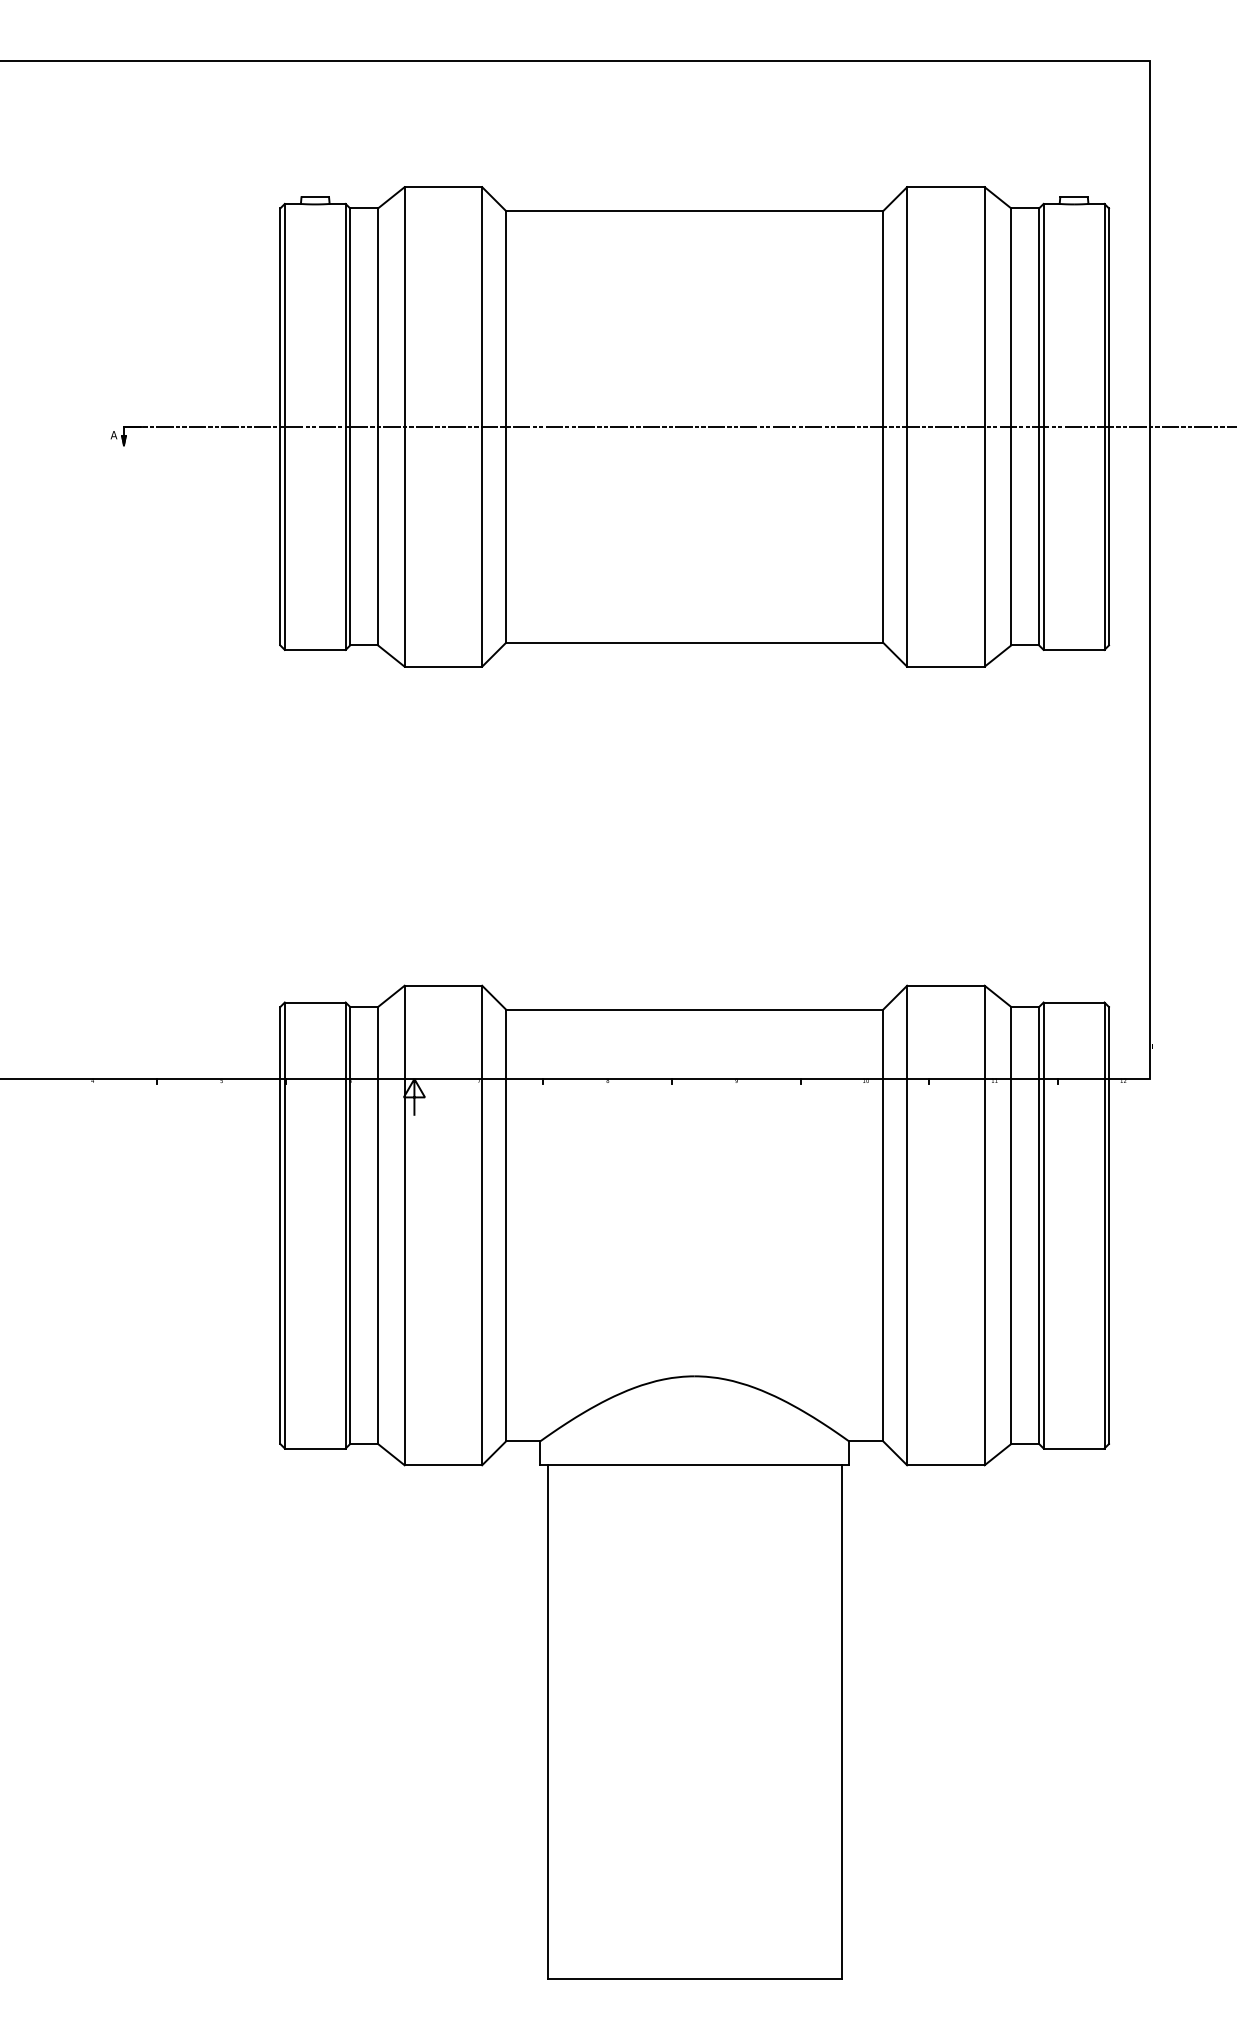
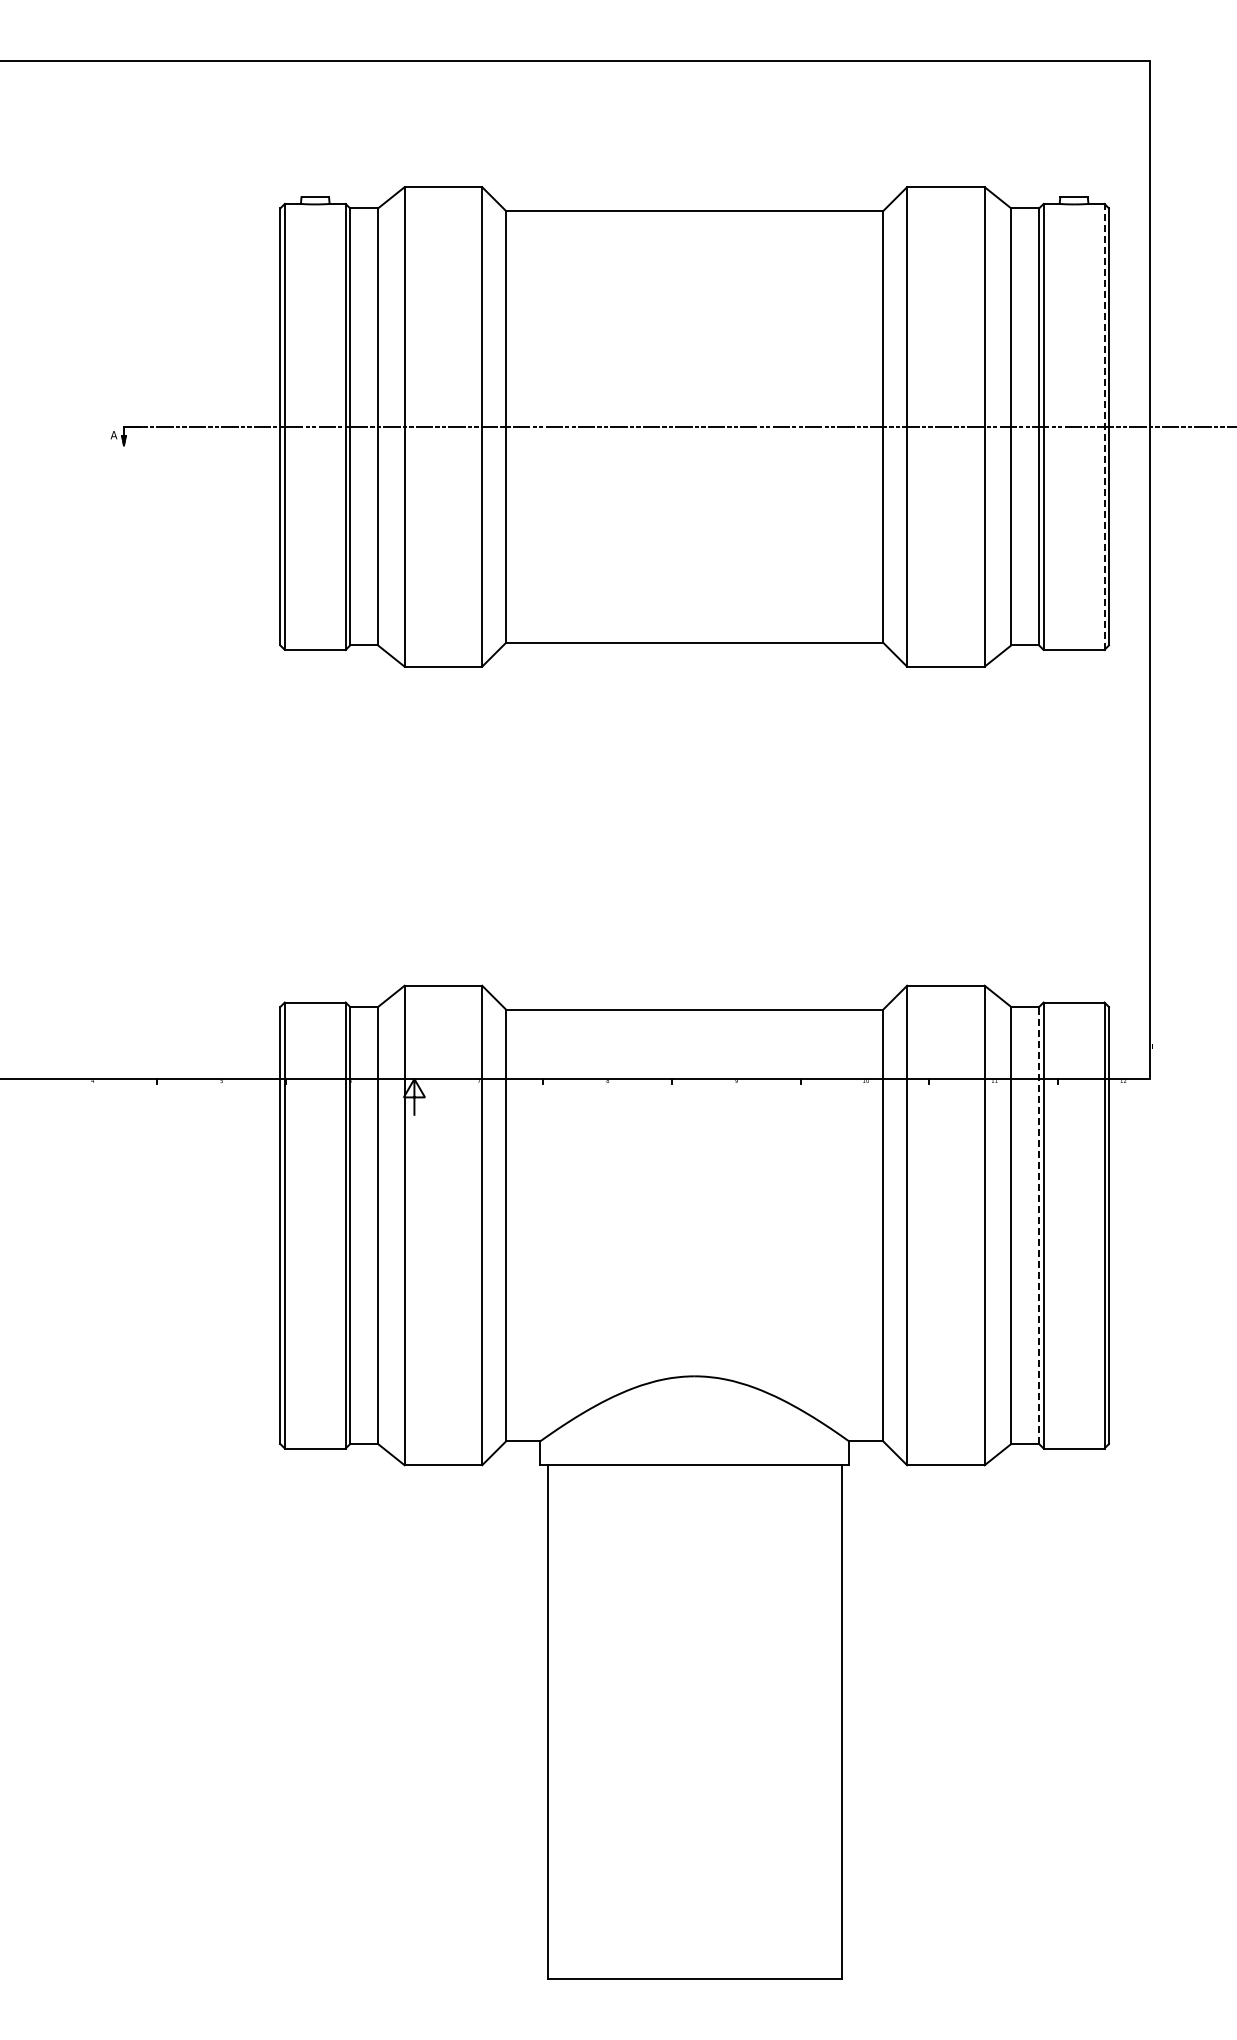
line at (1104, 426): solid -> dashed
line at (1039, 1225): solid -> dashed
